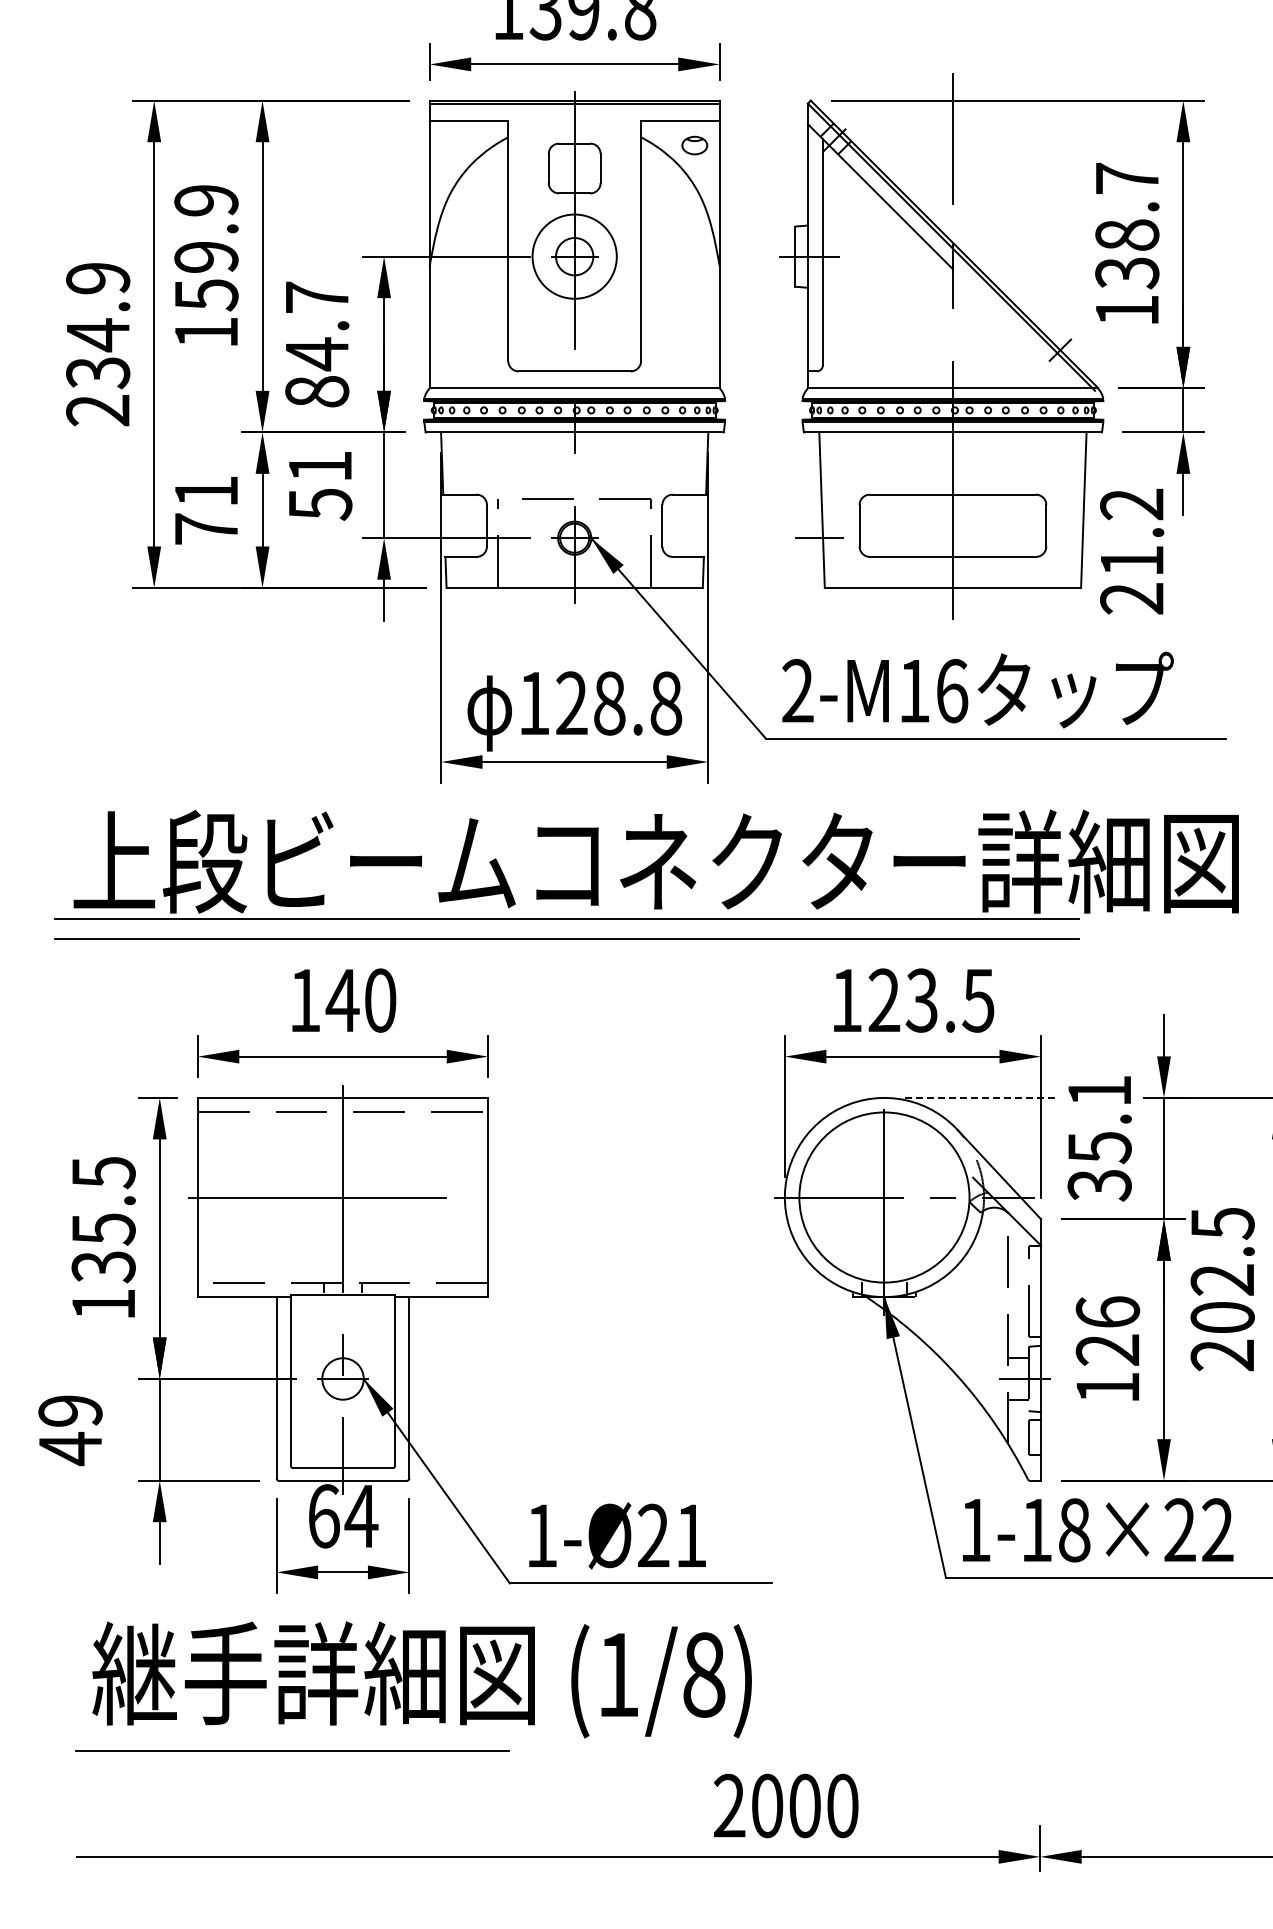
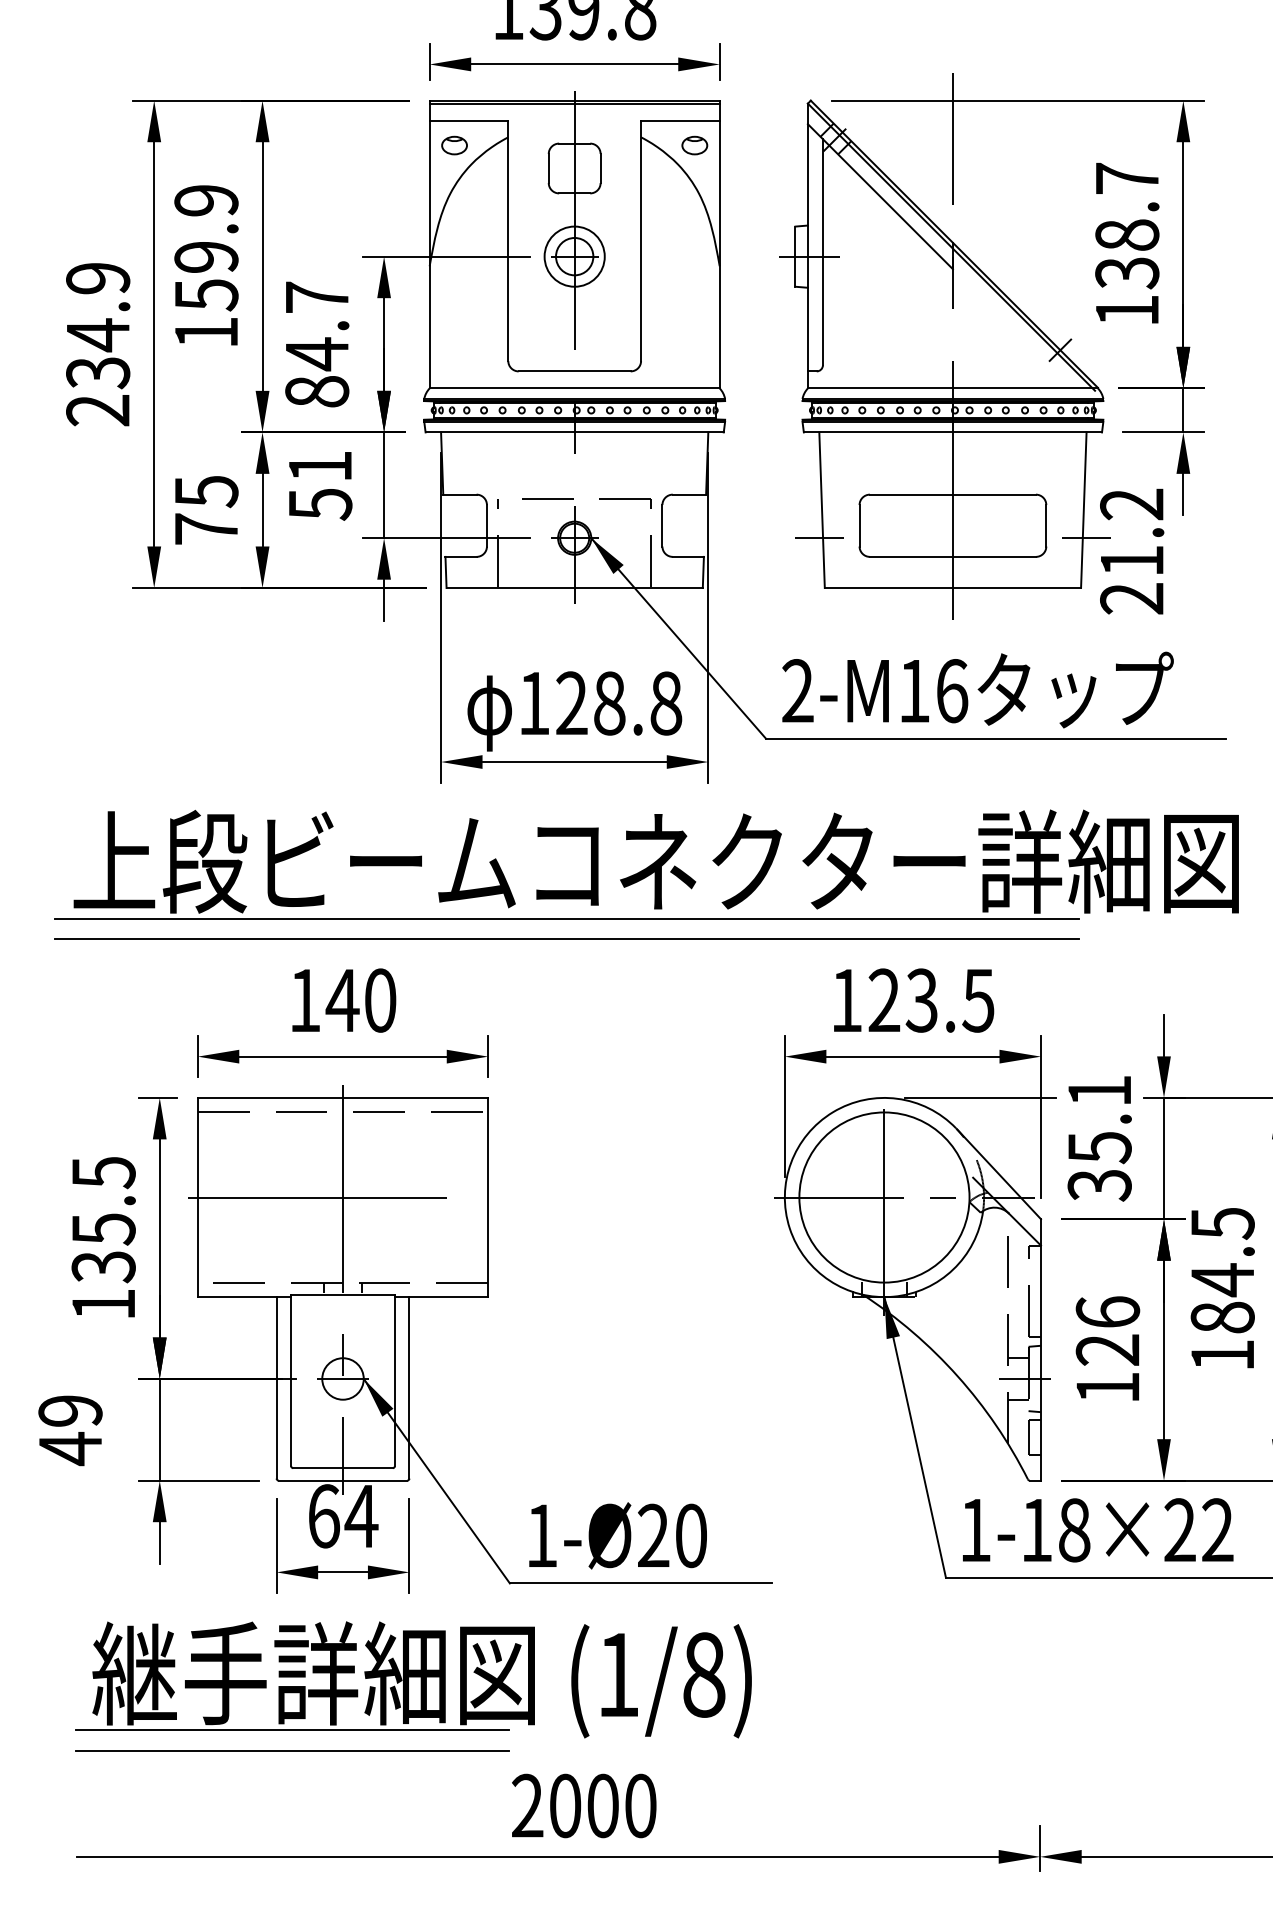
part at (454, 145): none -> present
circle at (574, 256) diameter: 84 px -> 60 px
text at (206, 492): 71 -> 75
line at (1086, 538): none -> present
line at (980, 1097): dashed -> solid
text at (1222, 1317): 202.5 -> 184.5
text at (691, 1535): 1-Ø21 -> 1-Ø20
line at (292, 1730): none -> present
text at (786, 1805) position: (786, 1805) -> (584, 1805)
